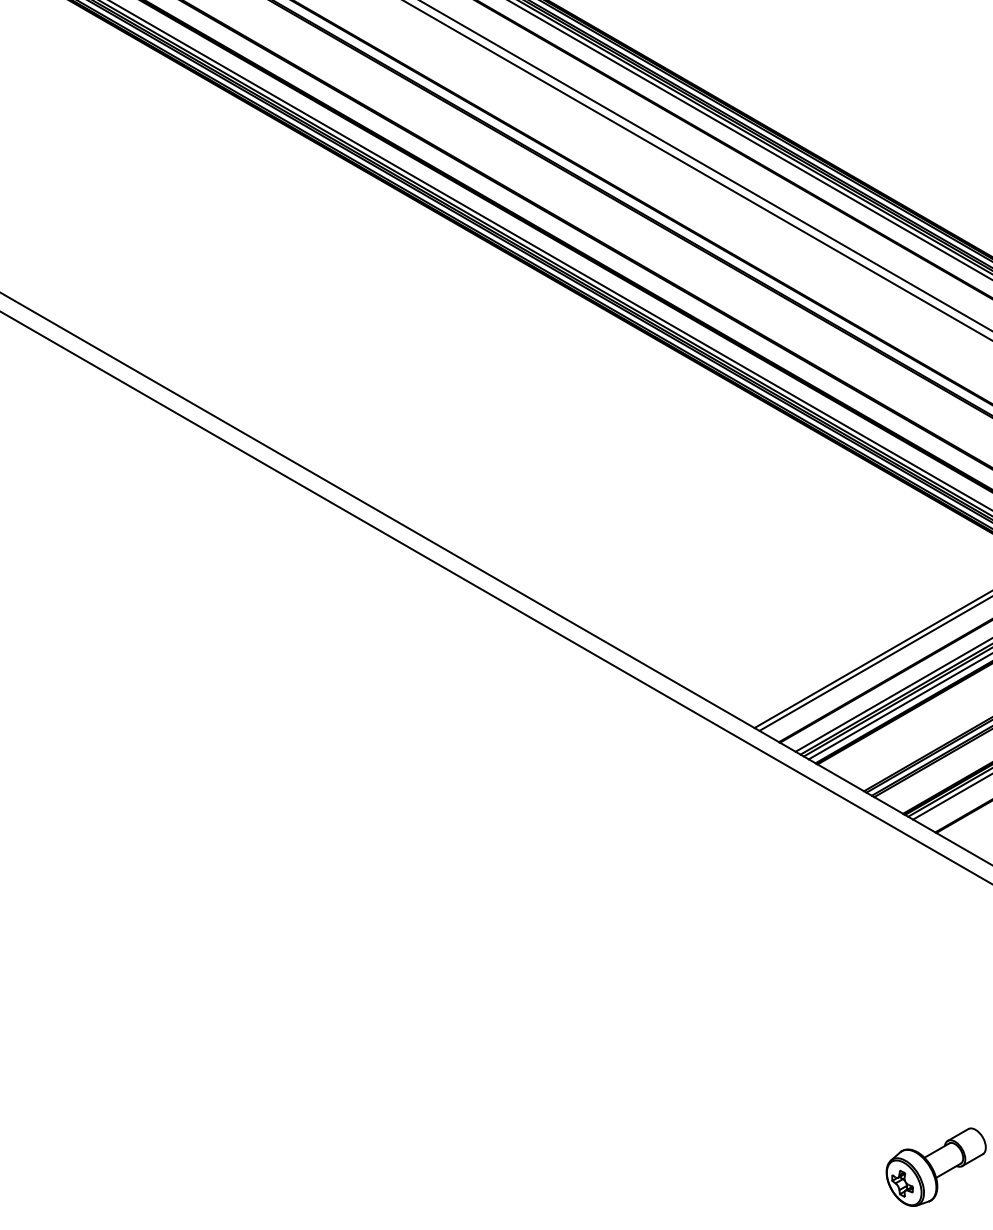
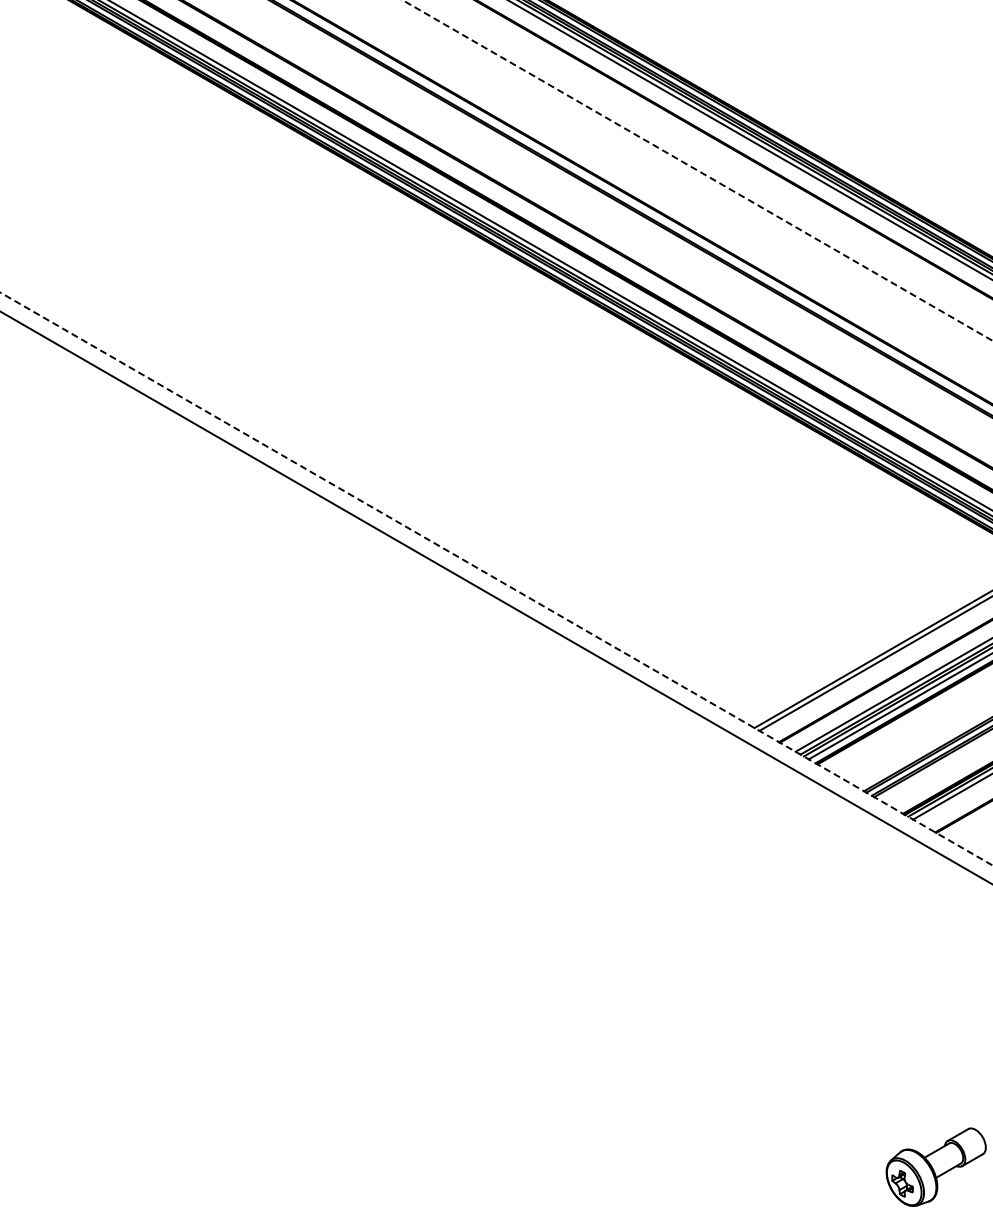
line at (705, 165): present -> none
line at (697, 170): solid -> dashed
line at (496, 579): solid -> dashed
